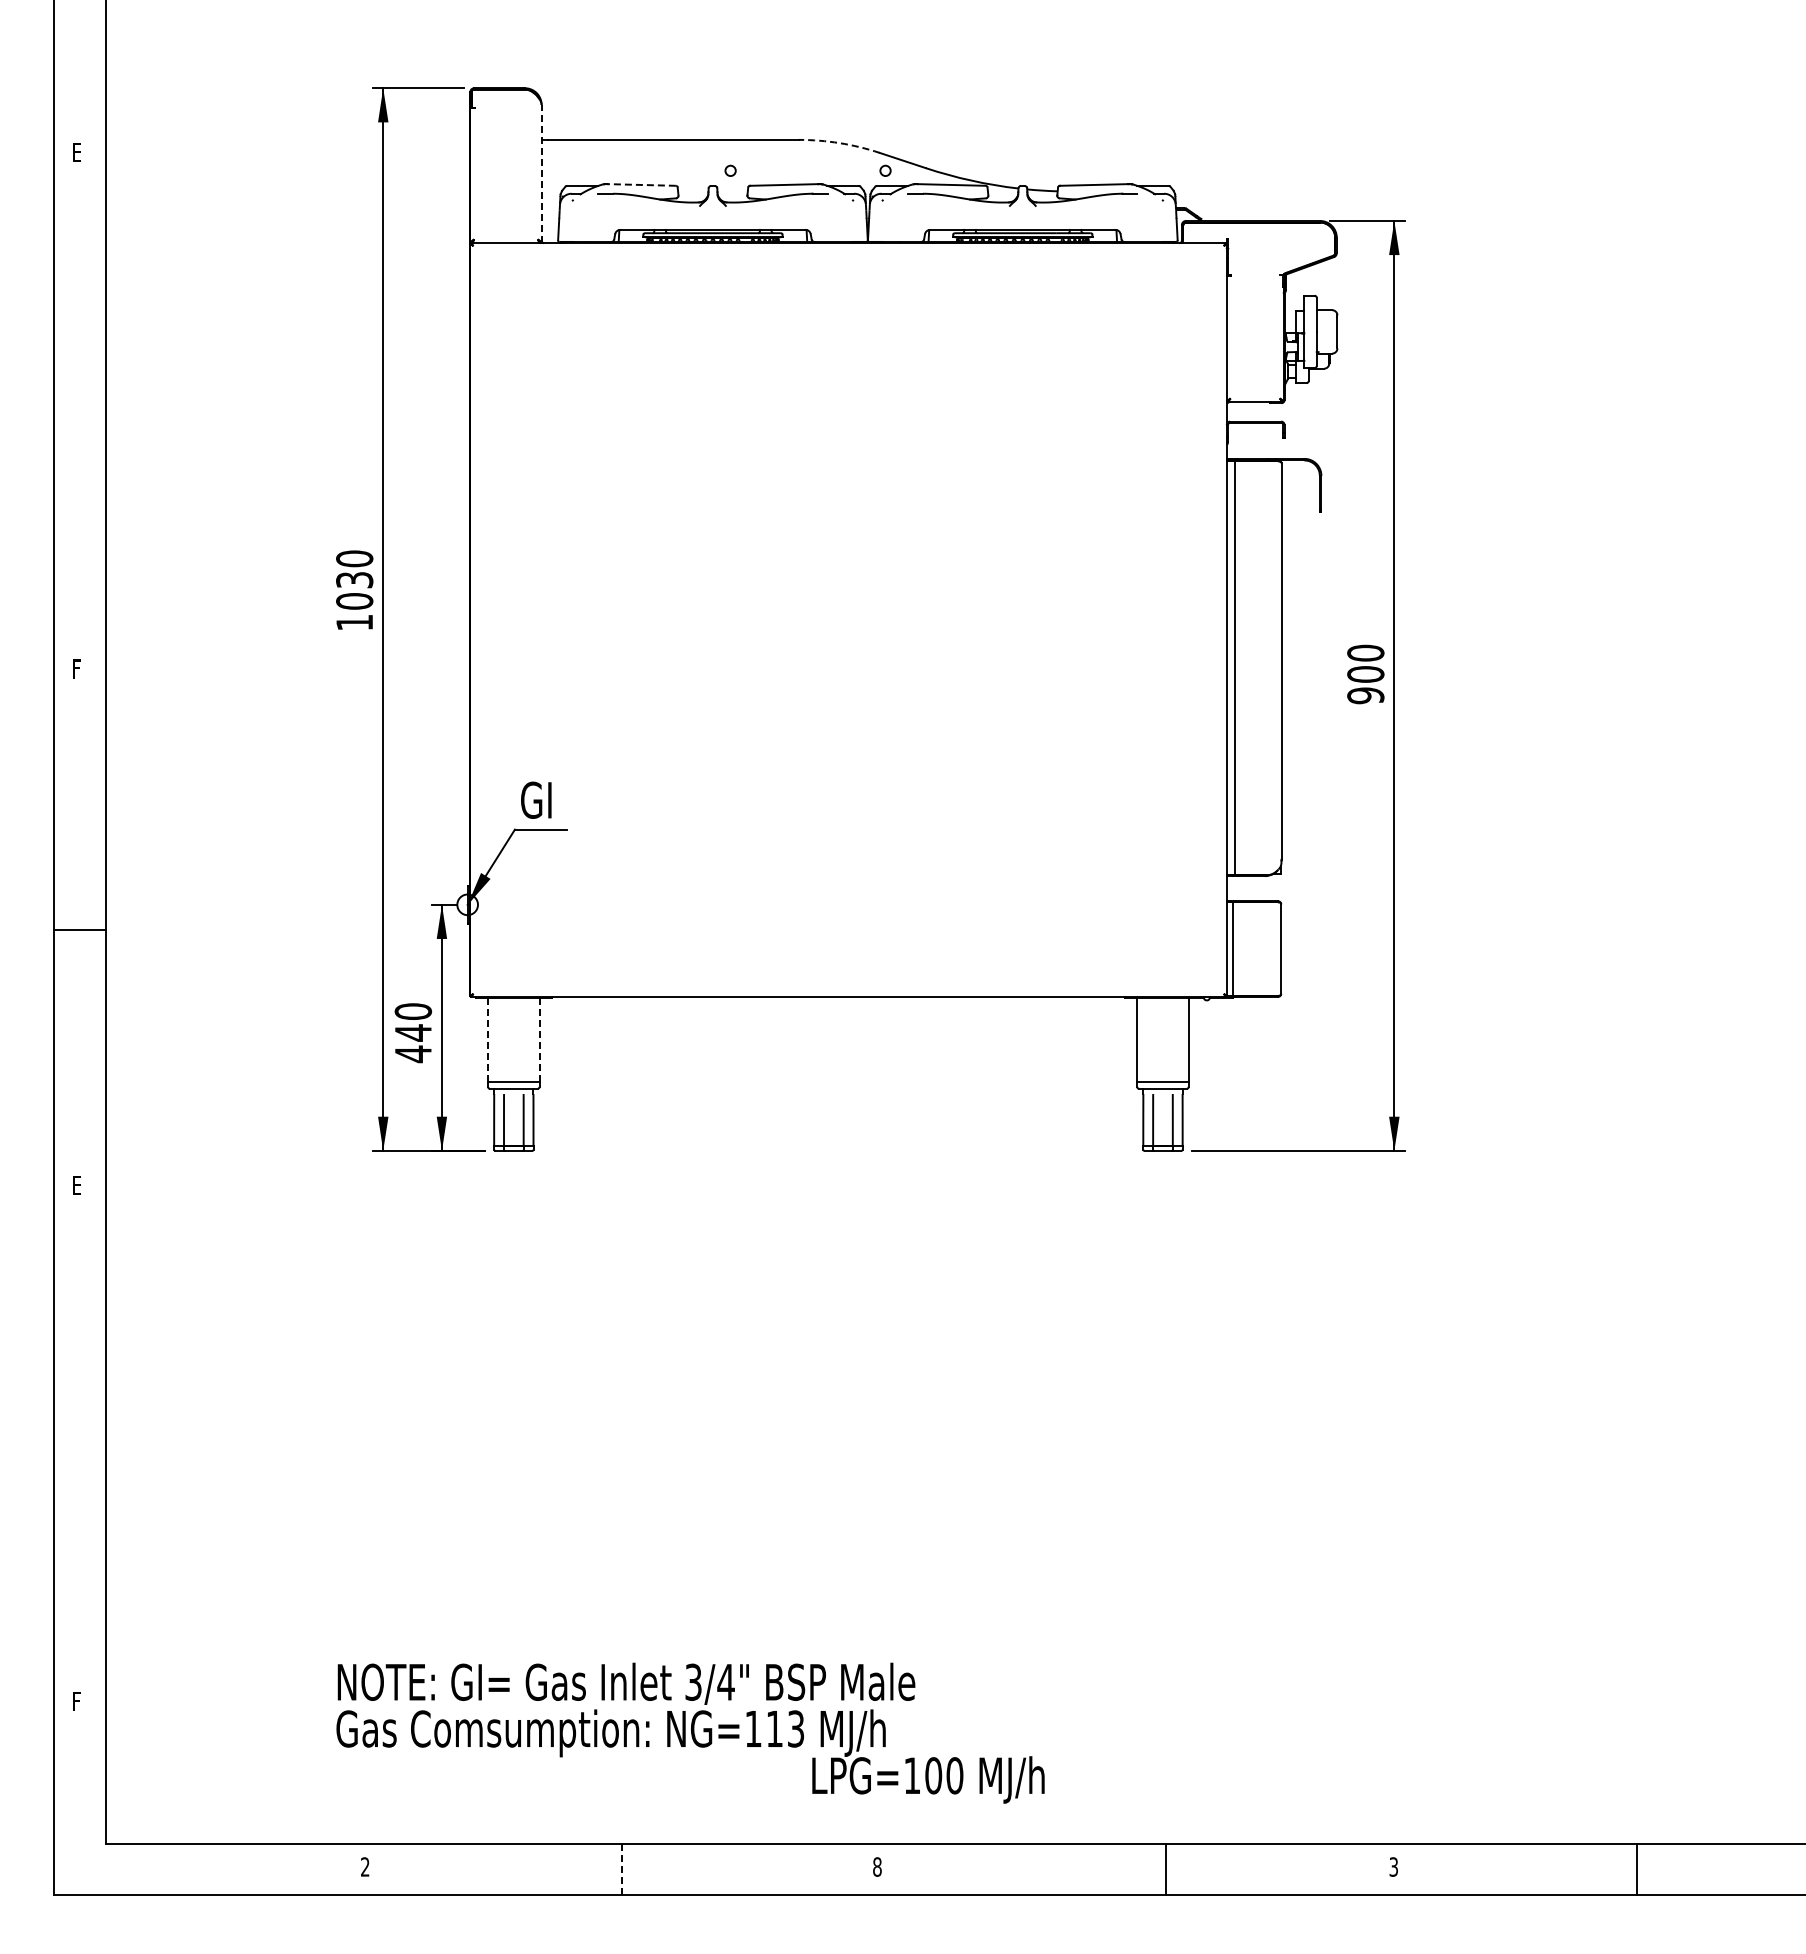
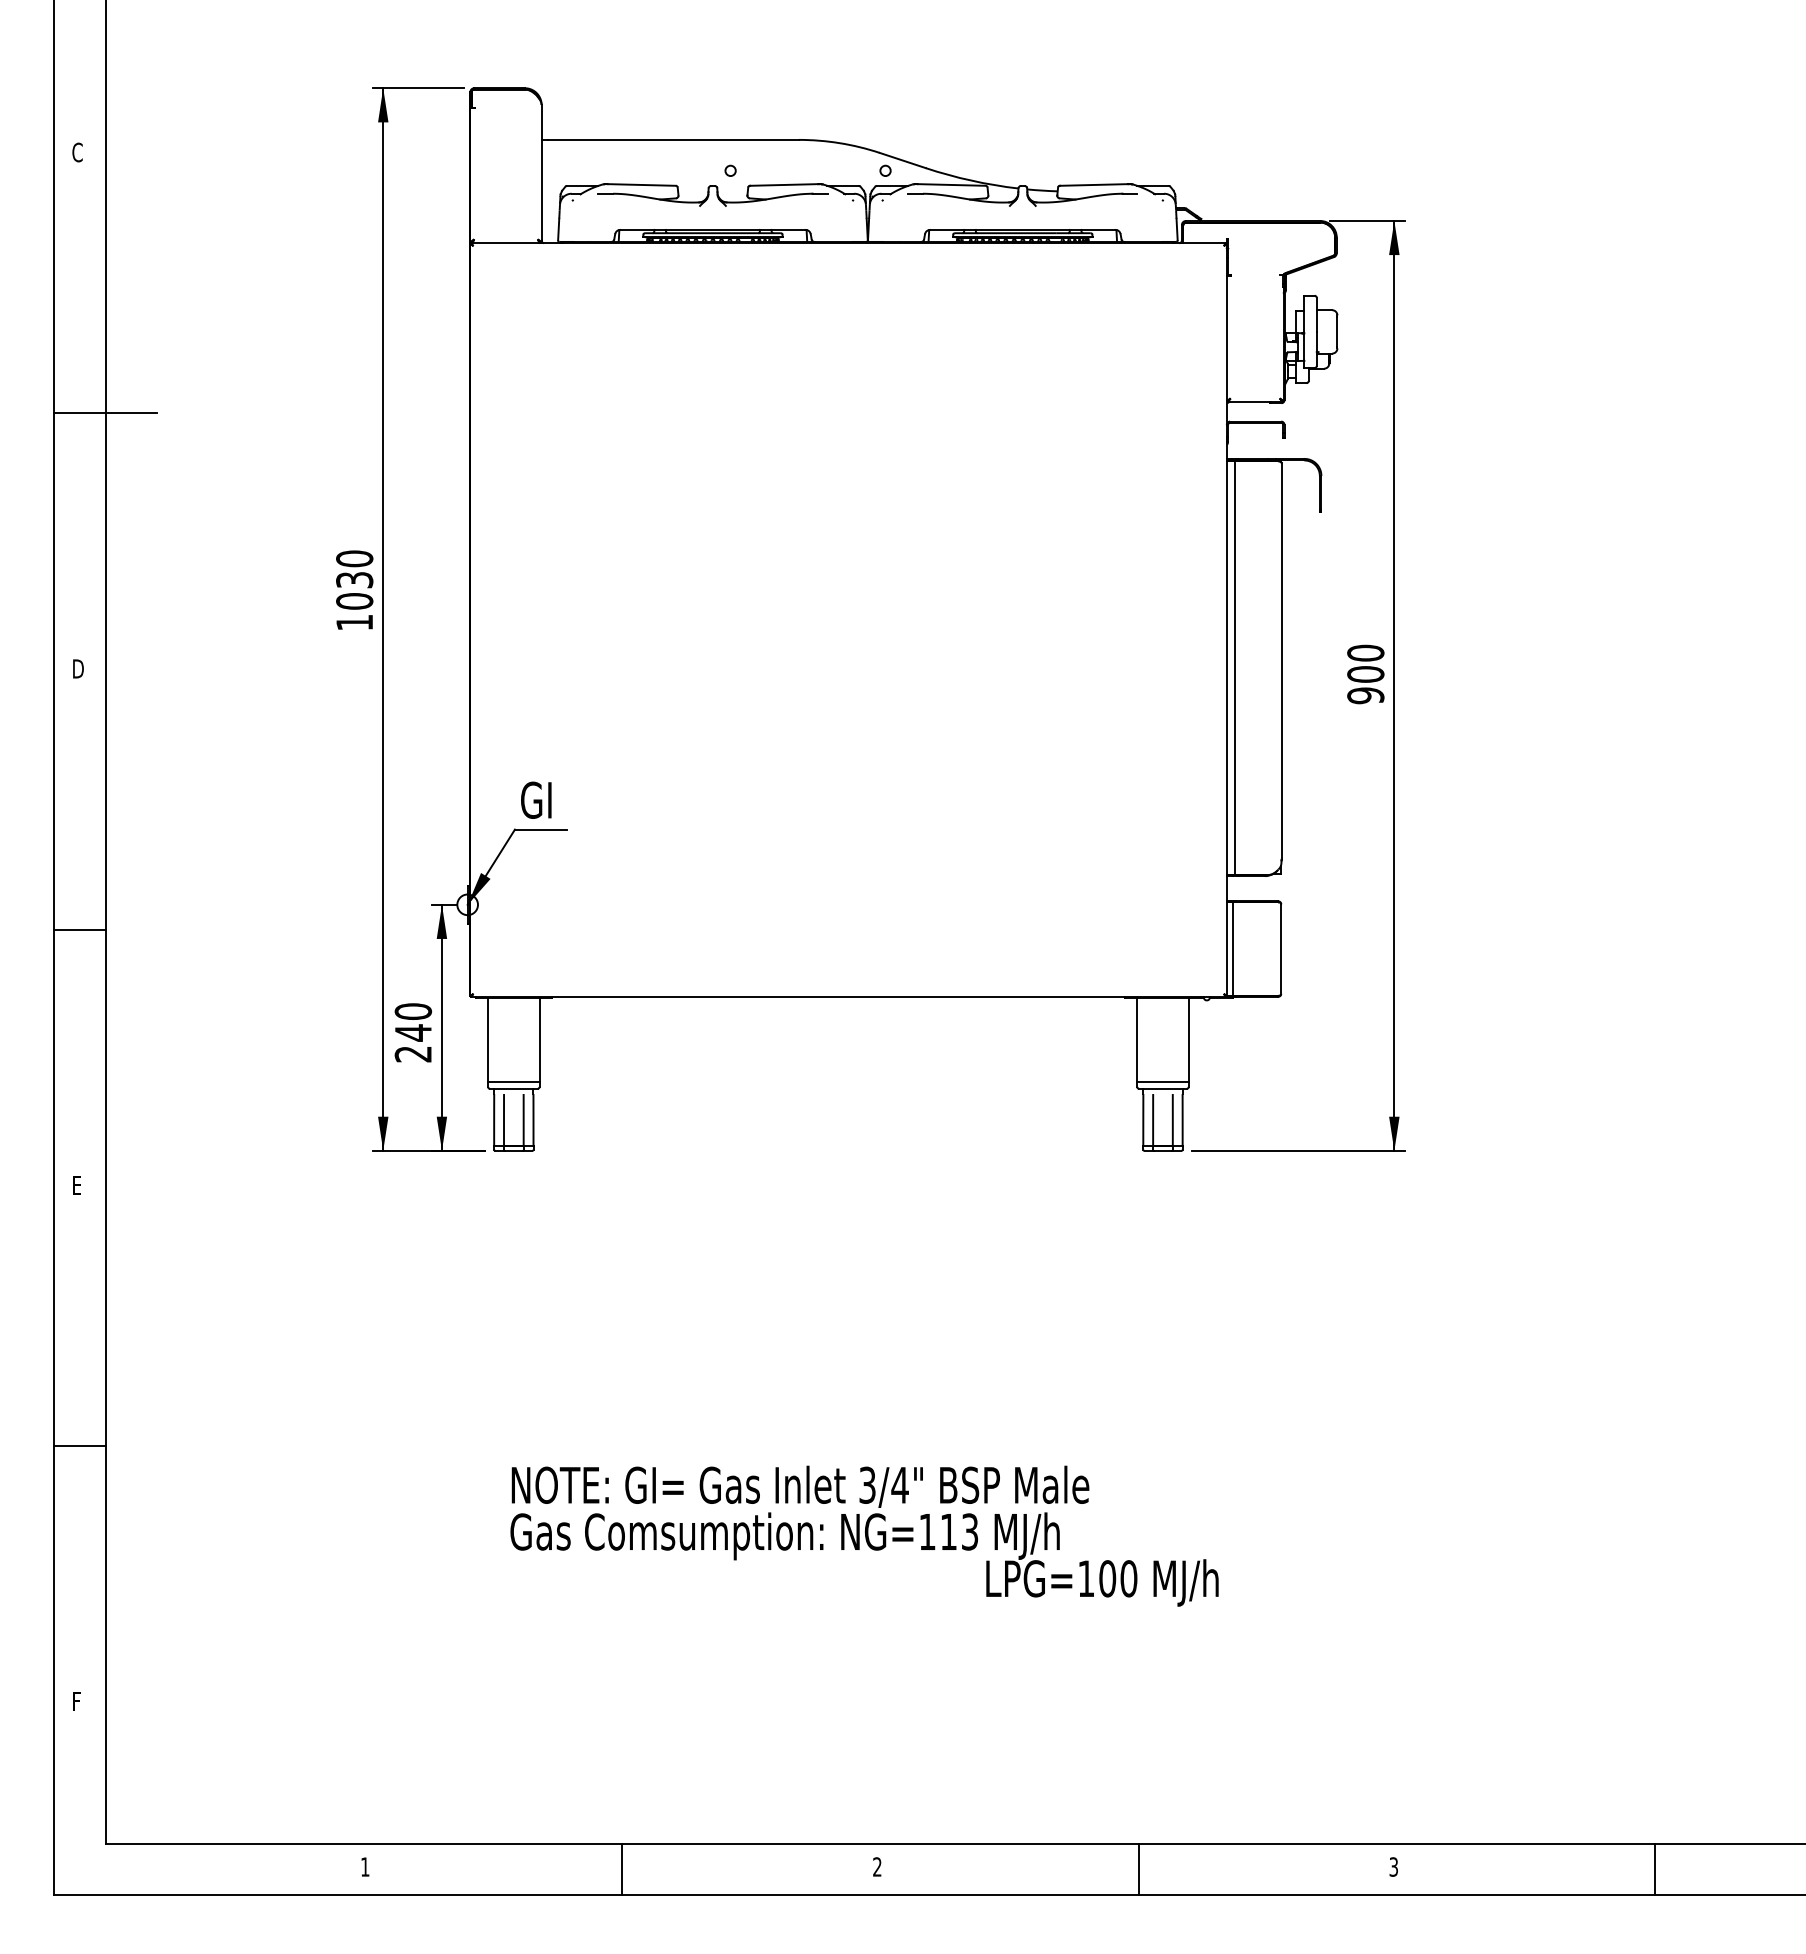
arc at (839, 143): dashed -> solid
text at (77, 152): E -> C
line at (541, 173): dashed -> solid
line at (641, 184): dashed -> solid
line at (105, 413): none -> present
text at (78, 668): F -> D
line at (488, 1039): dashed -> solid
line at (539, 1039): dashed -> solid
text at (412, 1054): 440 -> 240
line at (79, 1446): none -> present
text at (690, 1732) position: (690, 1732) -> (864, 1535)
text at (365, 1866): 2 -> 1
text at (877, 1866): 8 -> 2
line at (622, 1869): dashed -> solid
line at (1165, 1869) position: (1165, 1869) -> (1138, 1869)
line at (1637, 1869) position: (1637, 1869) -> (1655, 1869)
